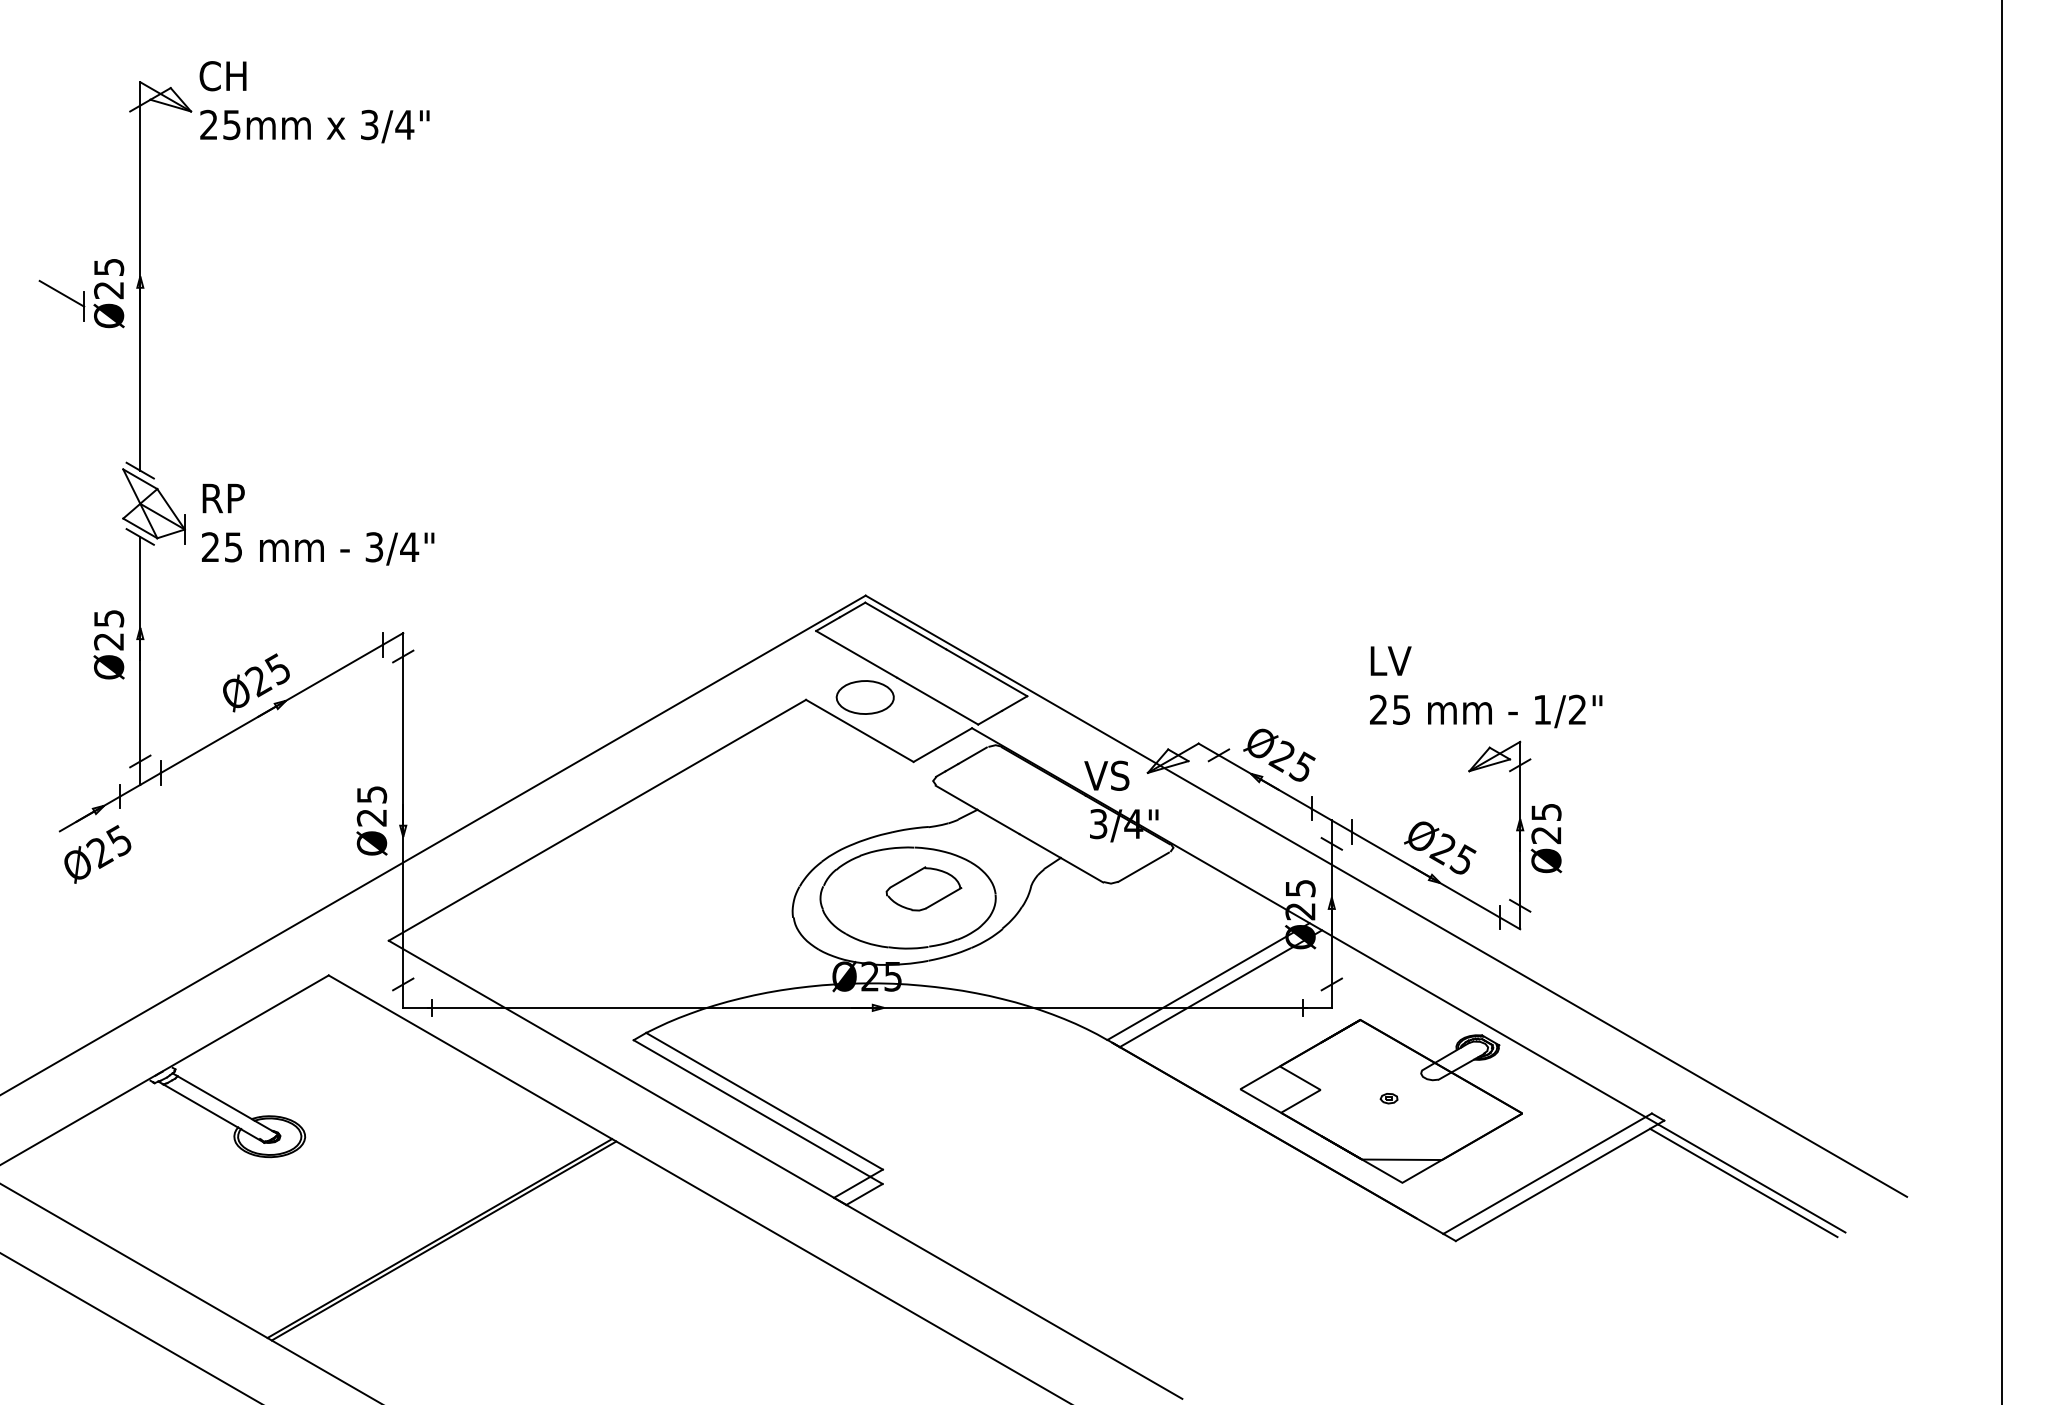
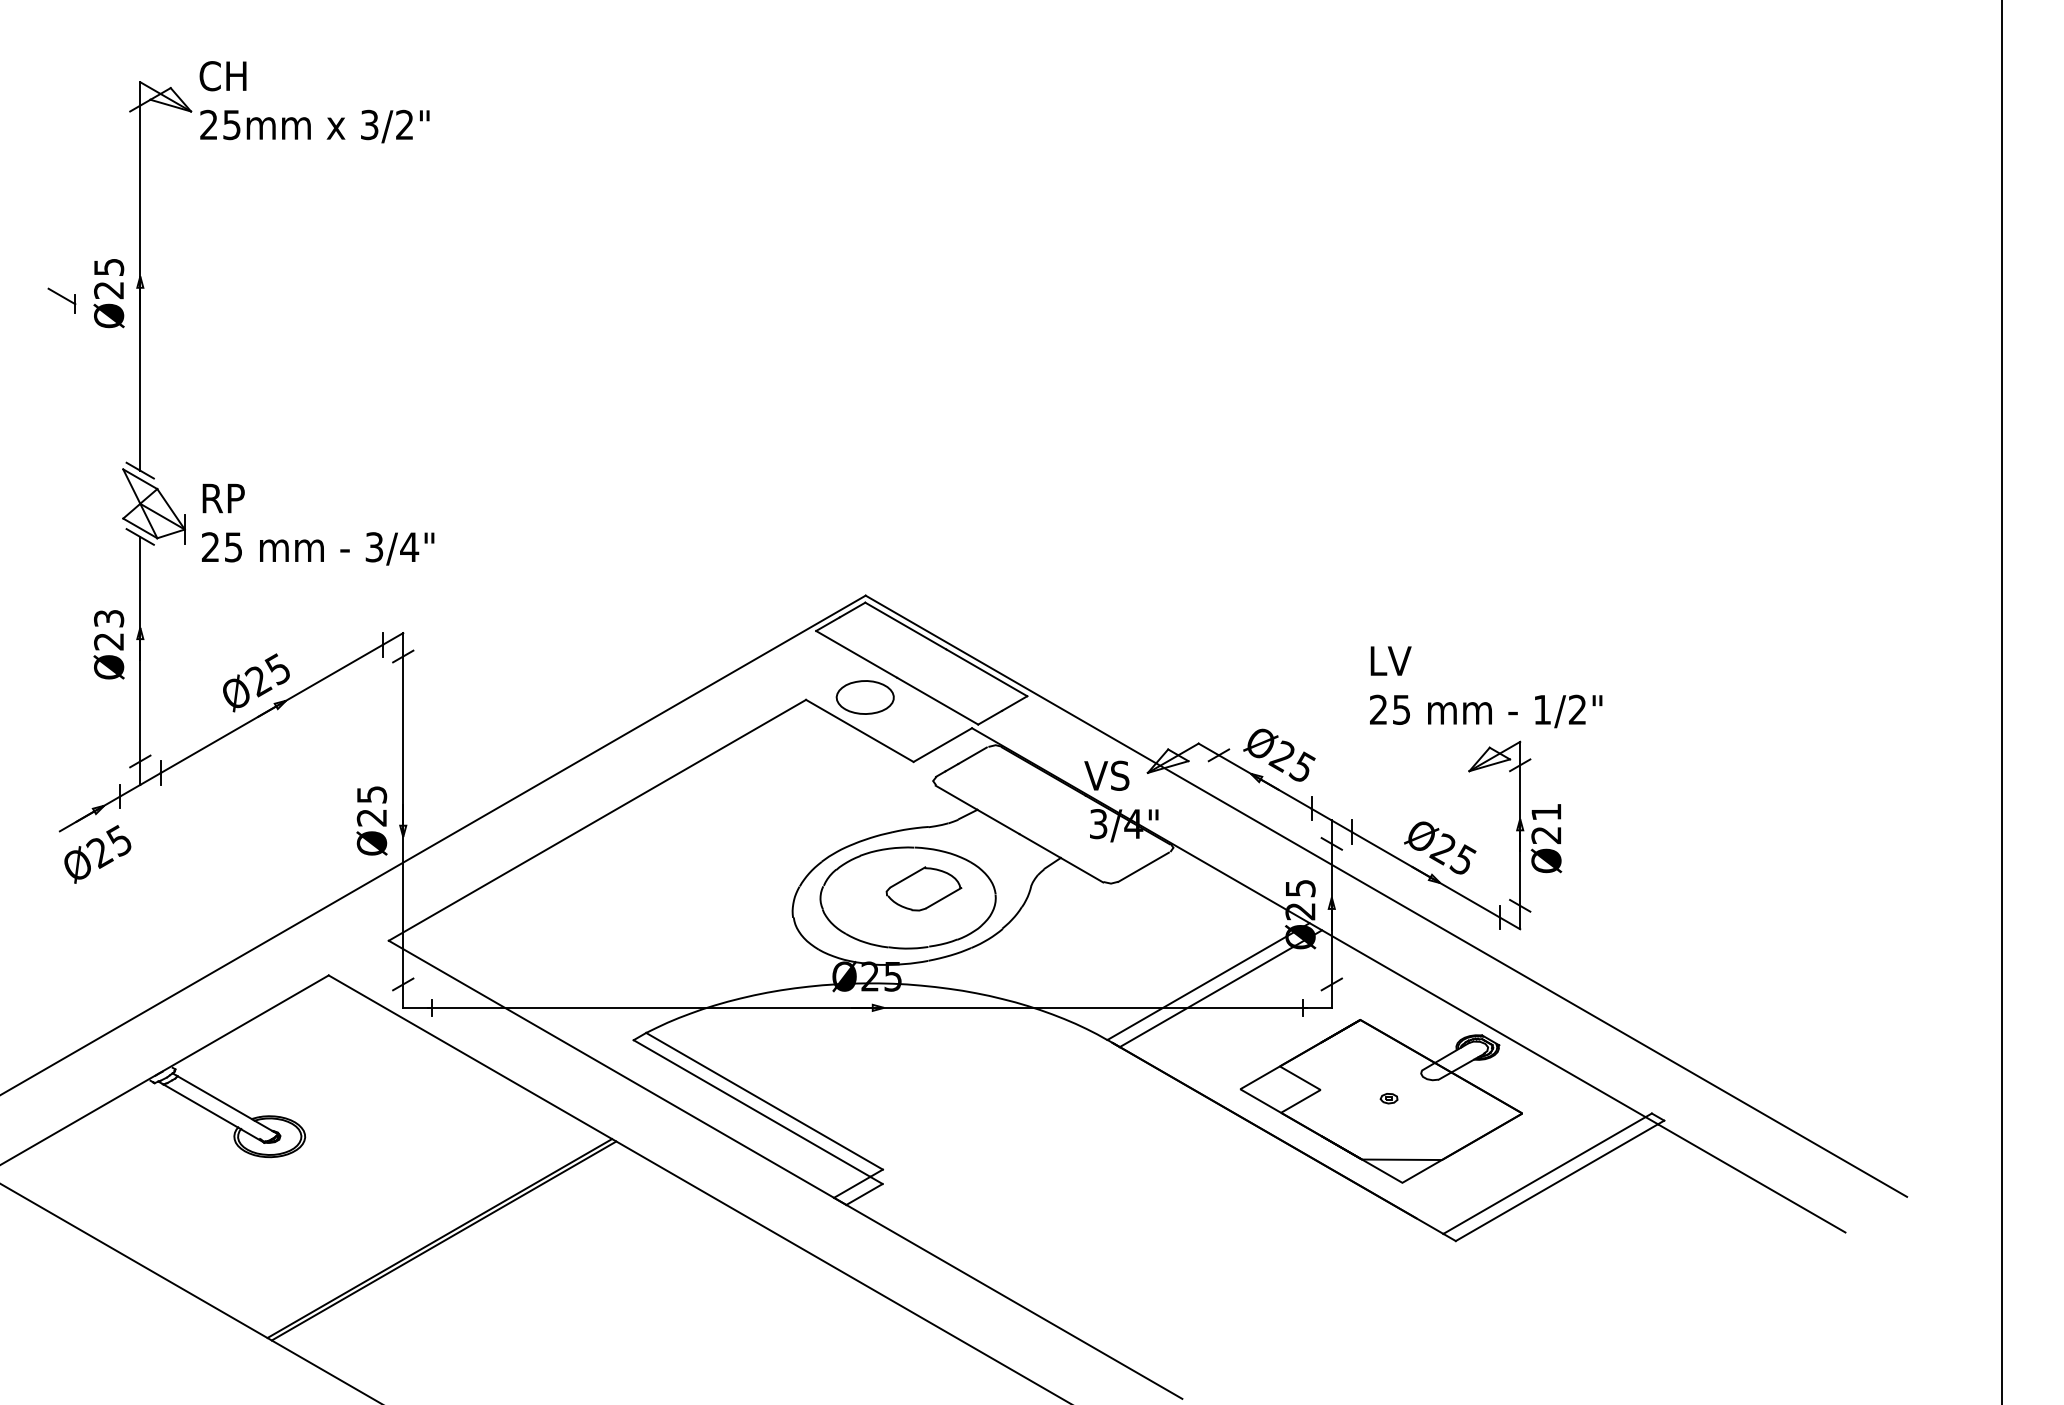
text at (404, 124): 3/4" -> 3/2"
part at (61, 300) size: 48x43 px -> 30x27 px
text at (108, 618): Ø25 -> Ø23
text at (1546, 812): Ø25 -> Ø21
line at (1743, 1182): present -> none
line at (129, 1327): present -> none
